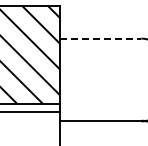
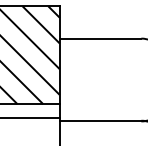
line at (100, 38): dashed -> solid
line at (30, 112) position: (30, 112) -> (30, 118)
